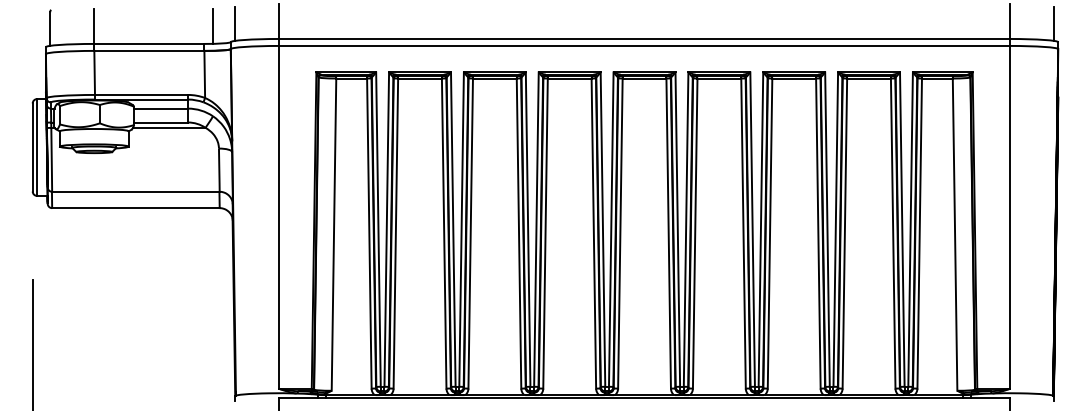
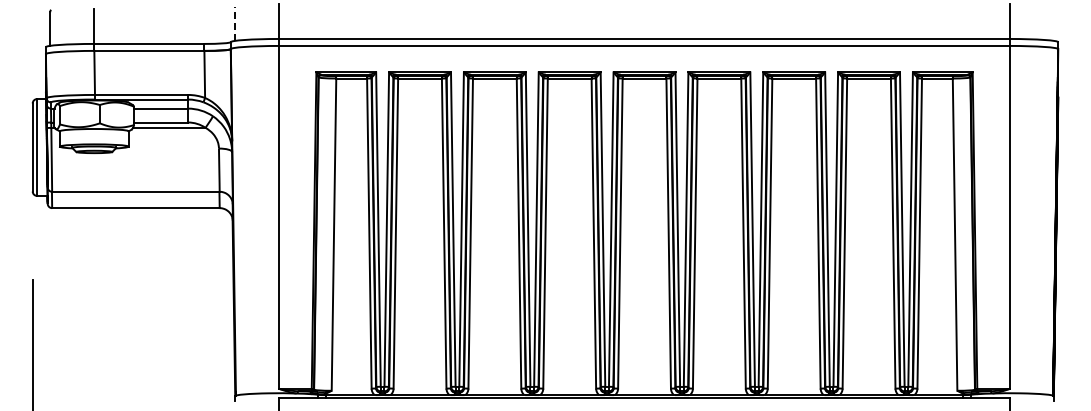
line at (235, 23): solid -> dashed
line at (1053, 23): present -> none
line at (213, 26): present -> none
